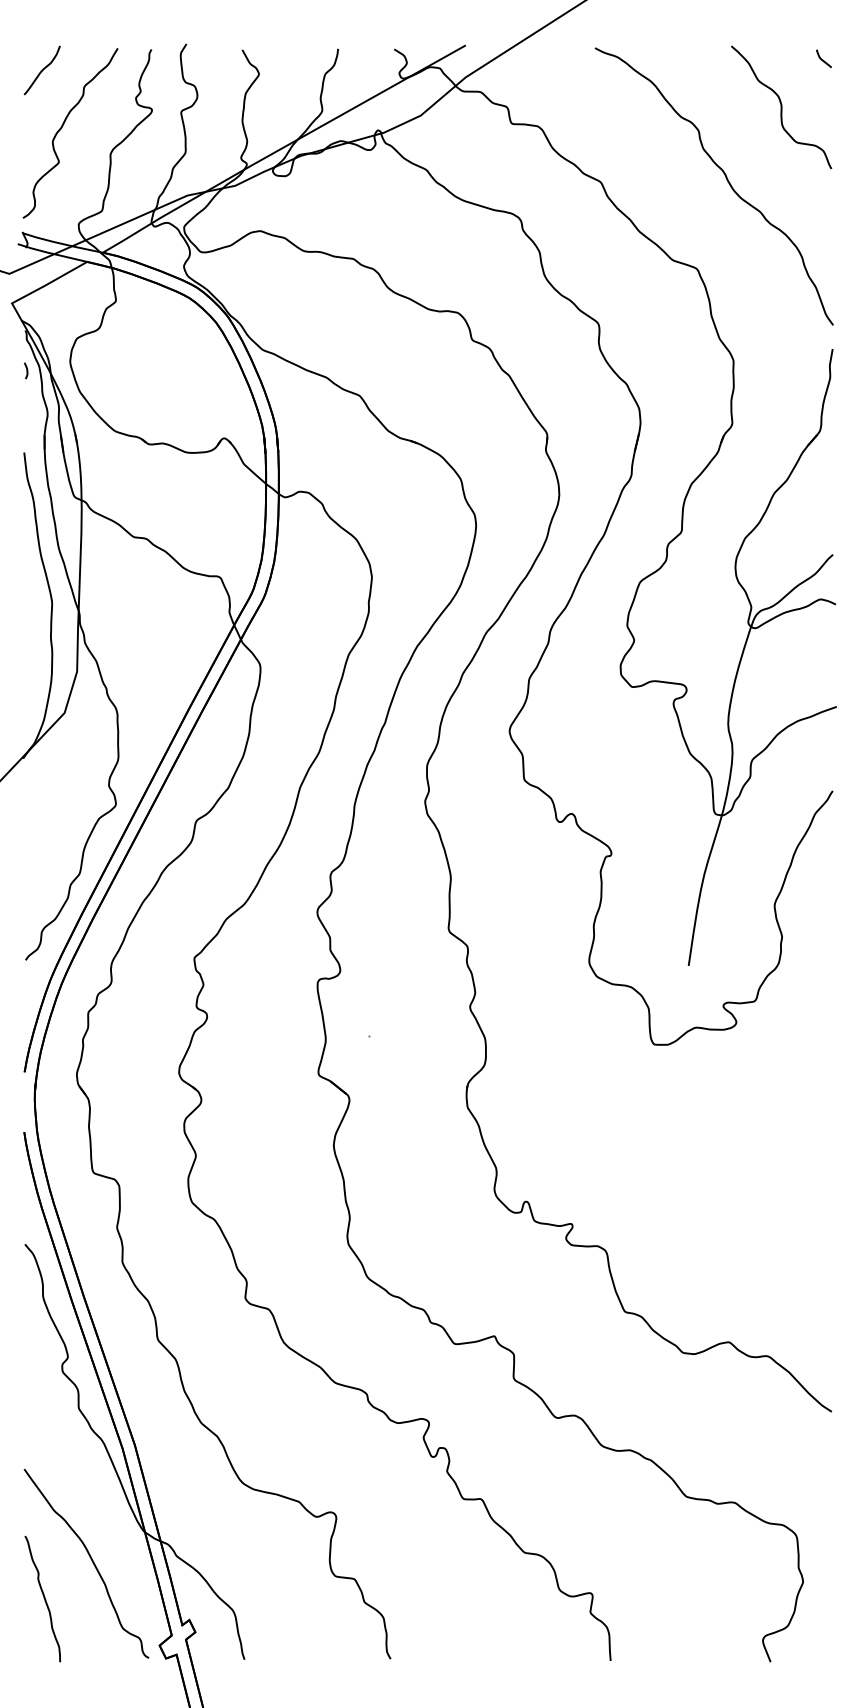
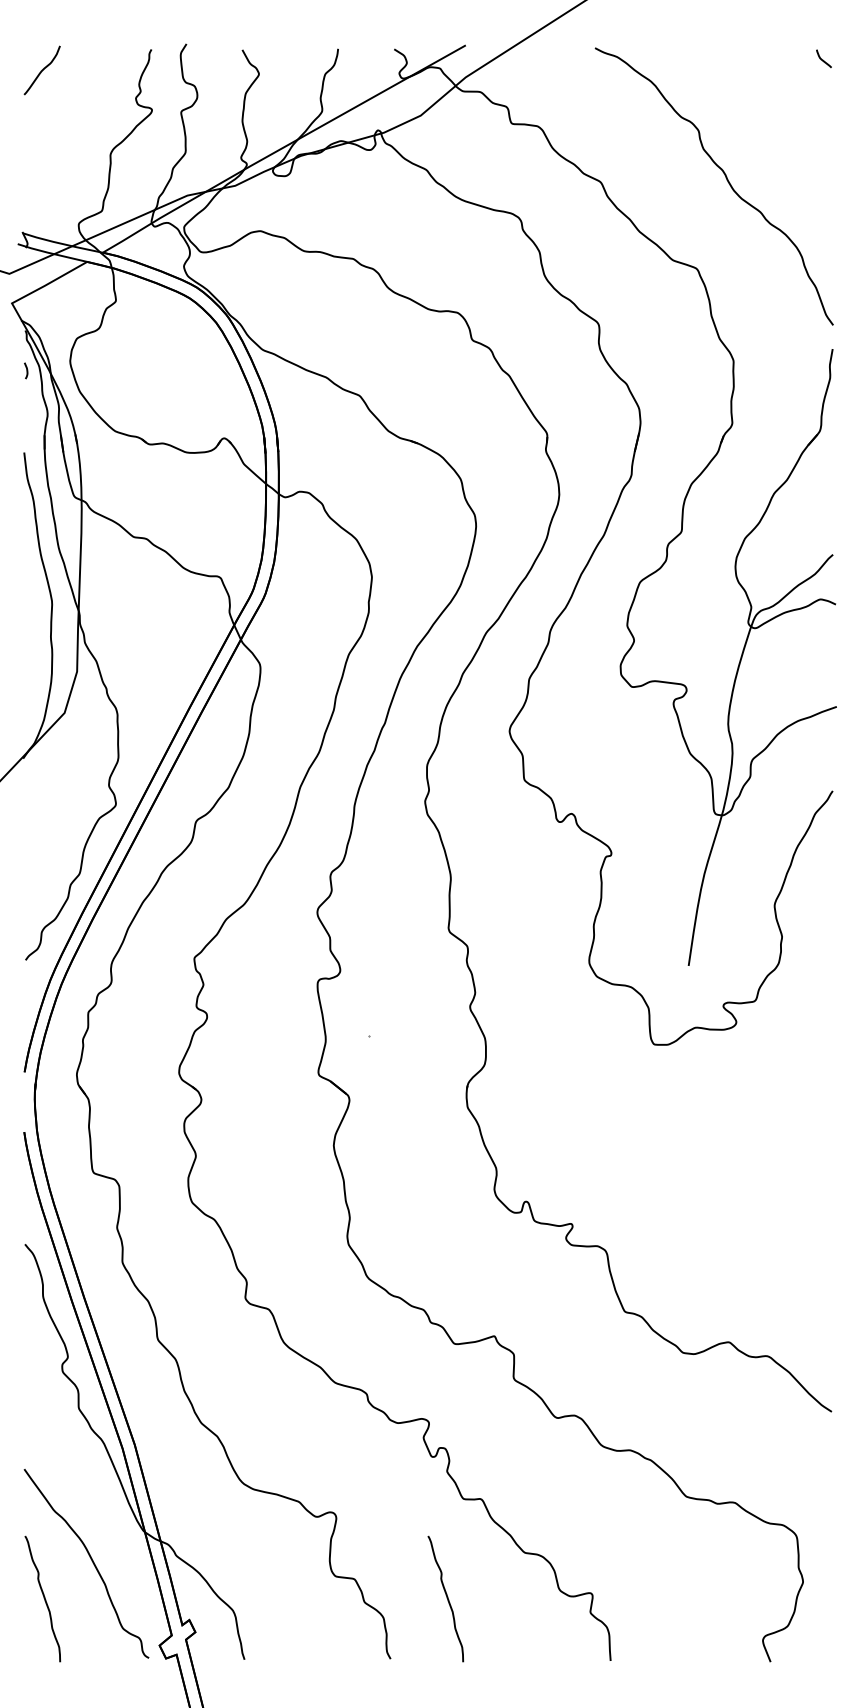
curve at (781, 107): present -> none
curve at (61, 129): present -> none
curve at (446, 1598): none -> present
